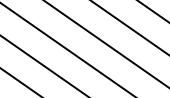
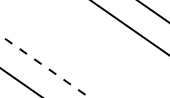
line at (106, 44): present -> none
line at (67, 49): present -> none
line at (44, 66): solid -> dashed
